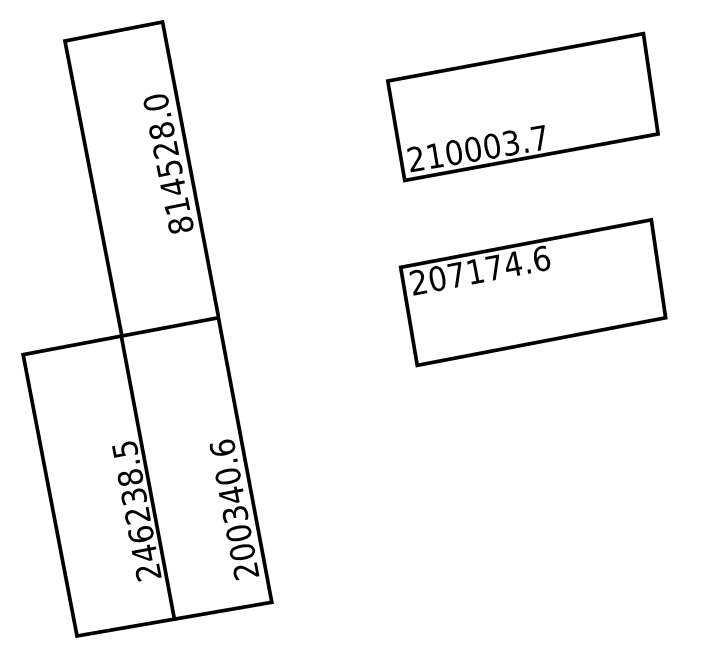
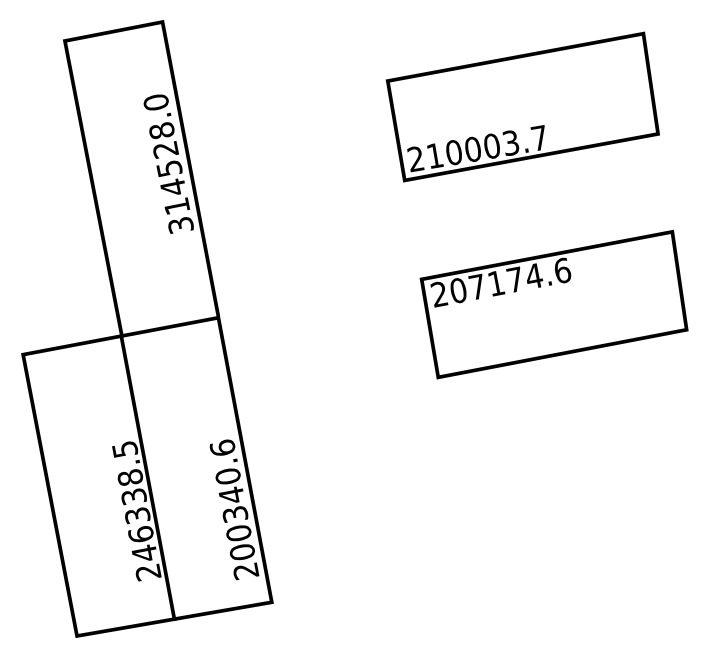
text at (180, 224): 814528.0 -> 314528.0
text at (532, 292) position: (532, 292) -> (553, 304)
text at (137, 515): 246238.5 -> 246338.5
